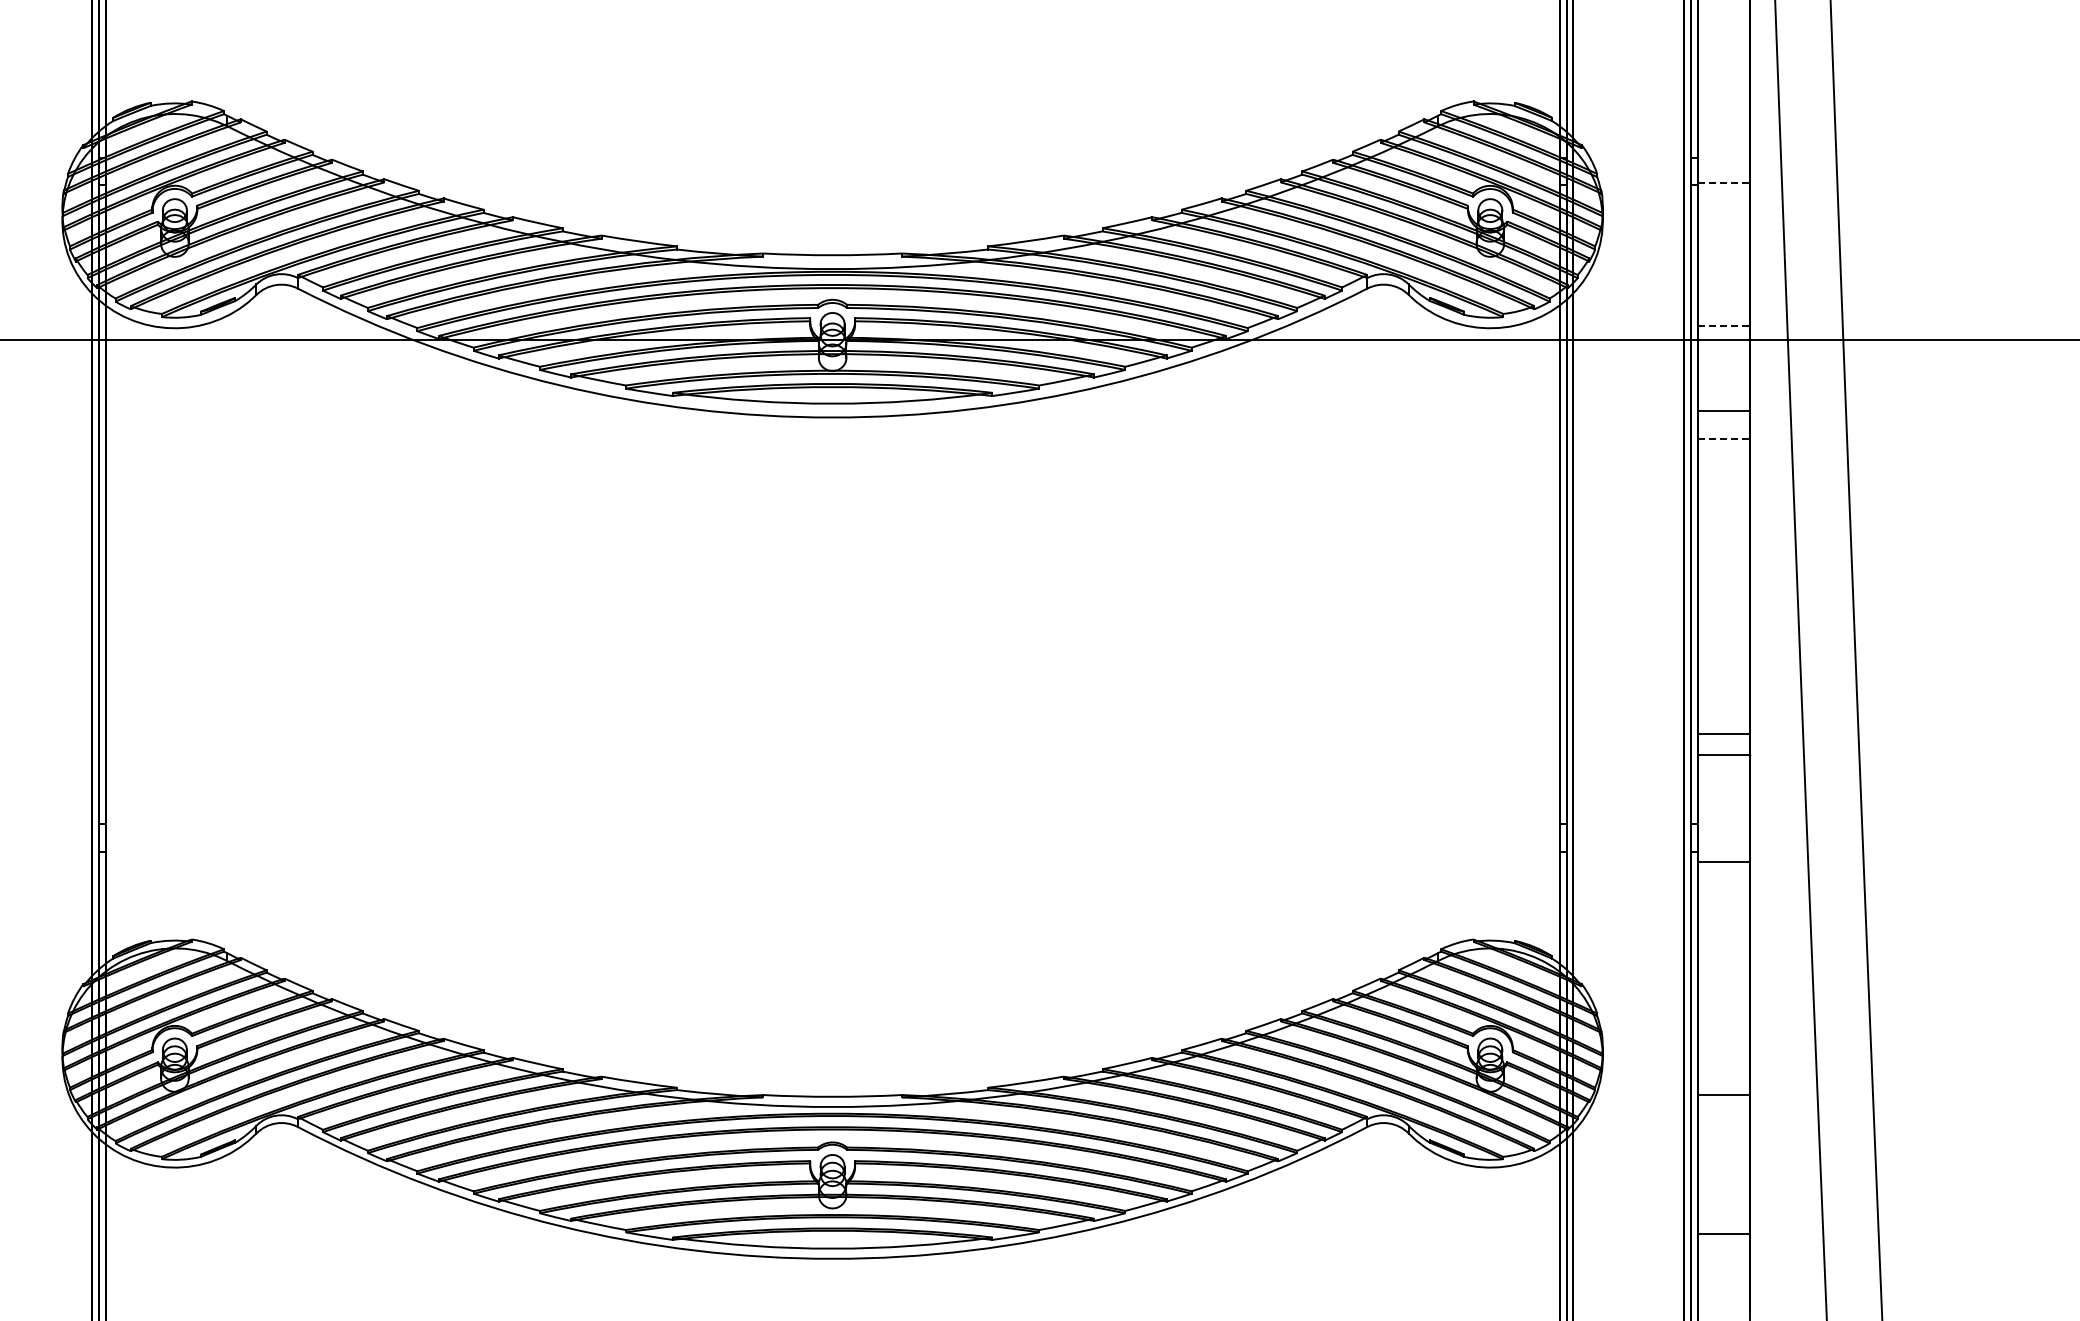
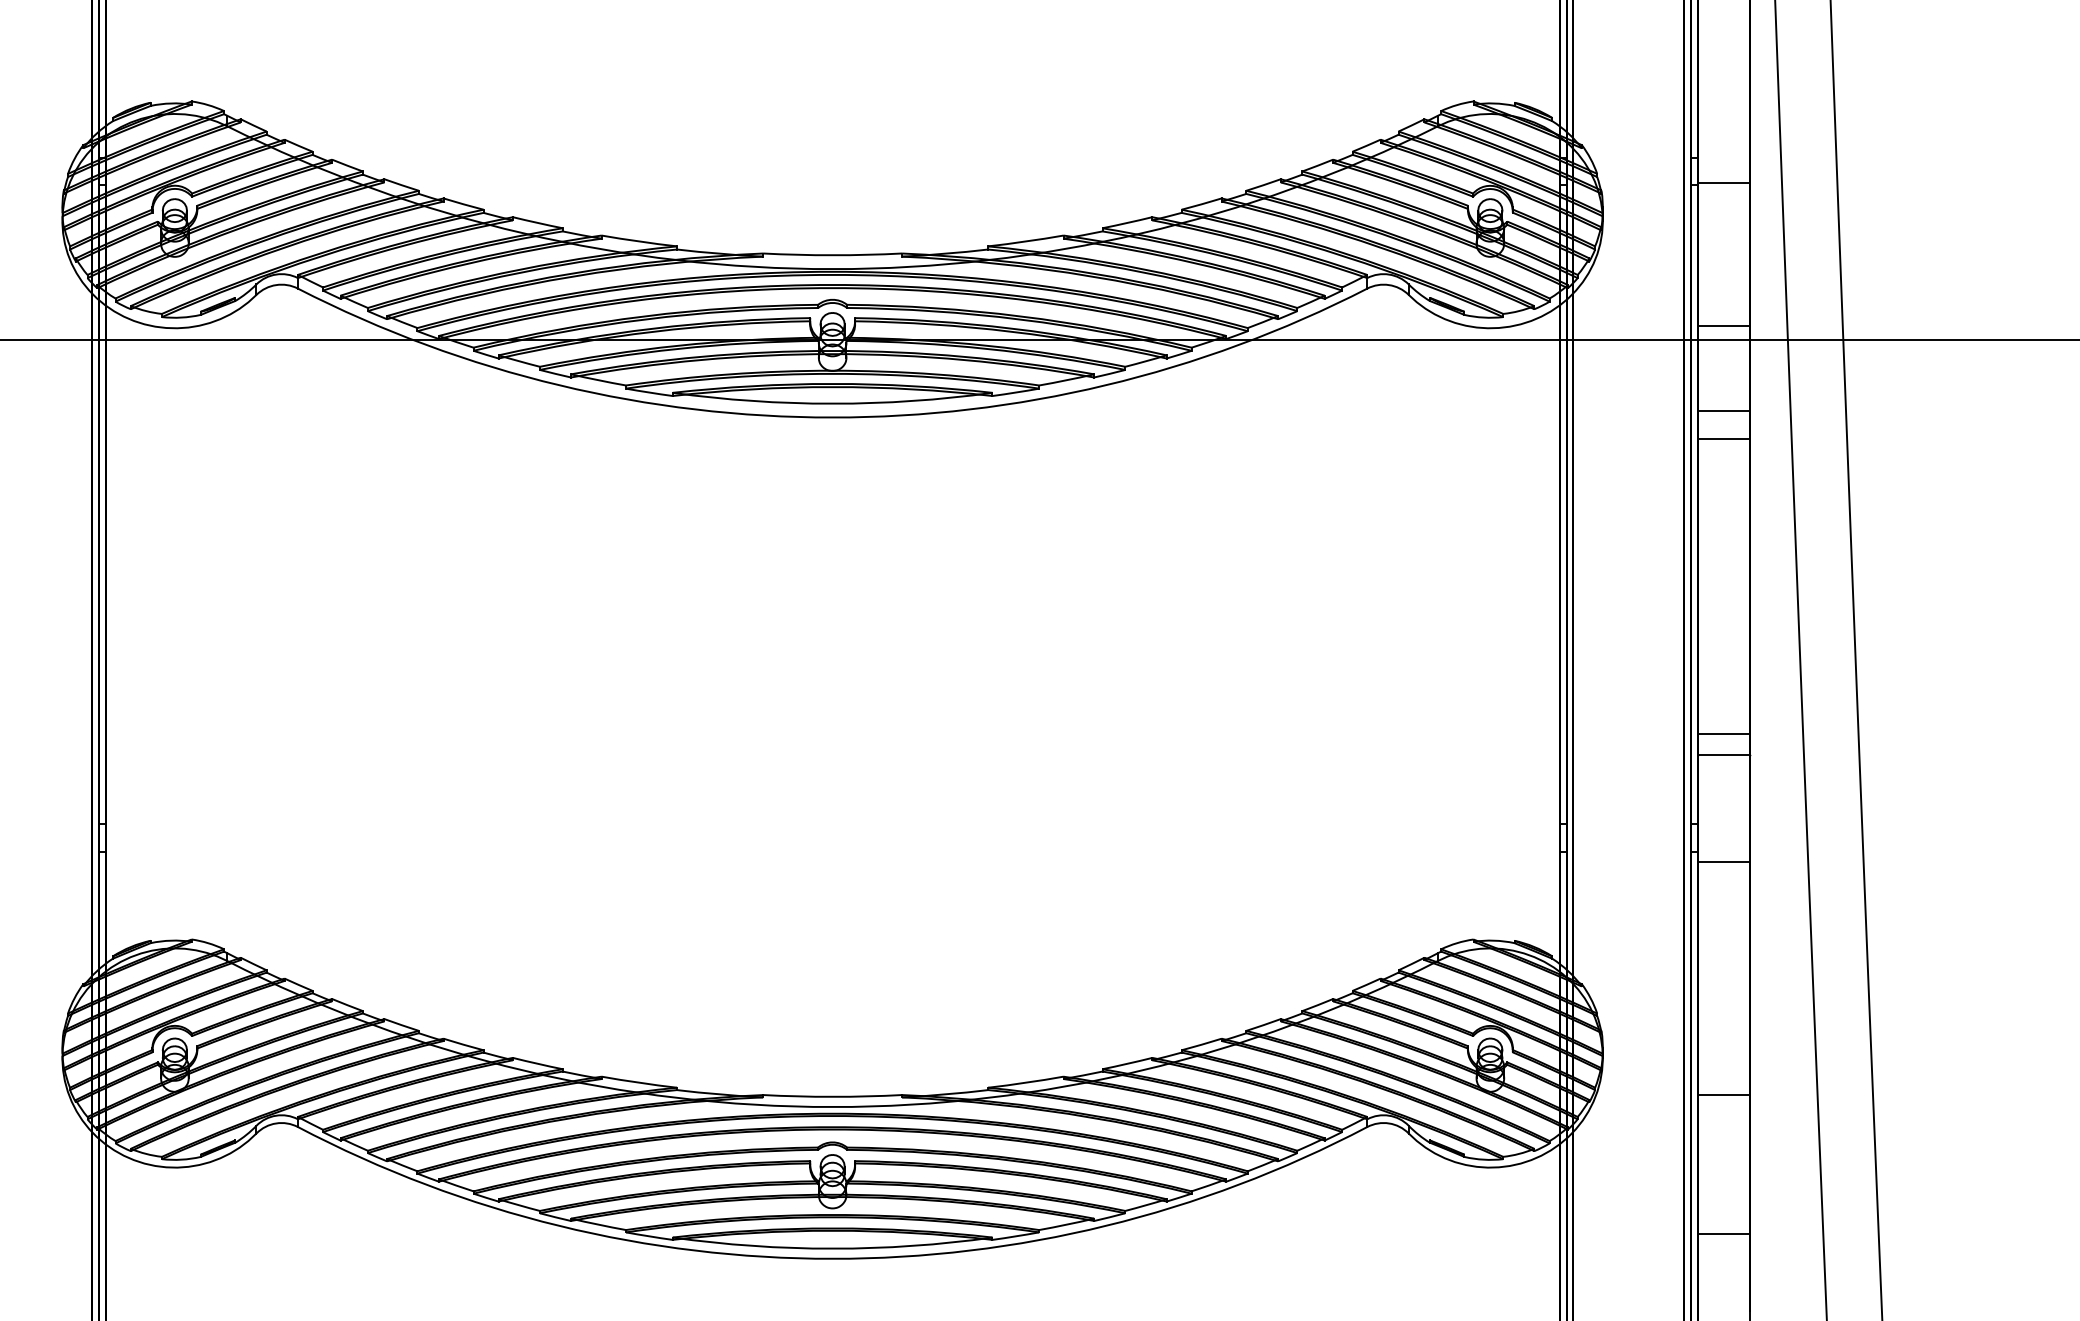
line at (1724, 183): dashed -> solid
line at (1724, 325): dashed -> solid
line at (1724, 439): dashed -> solid
